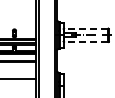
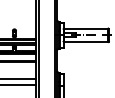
line at (85, 28): dashed -> solid
line at (85, 41): dashed -> solid
line at (19, 85): none -> present
